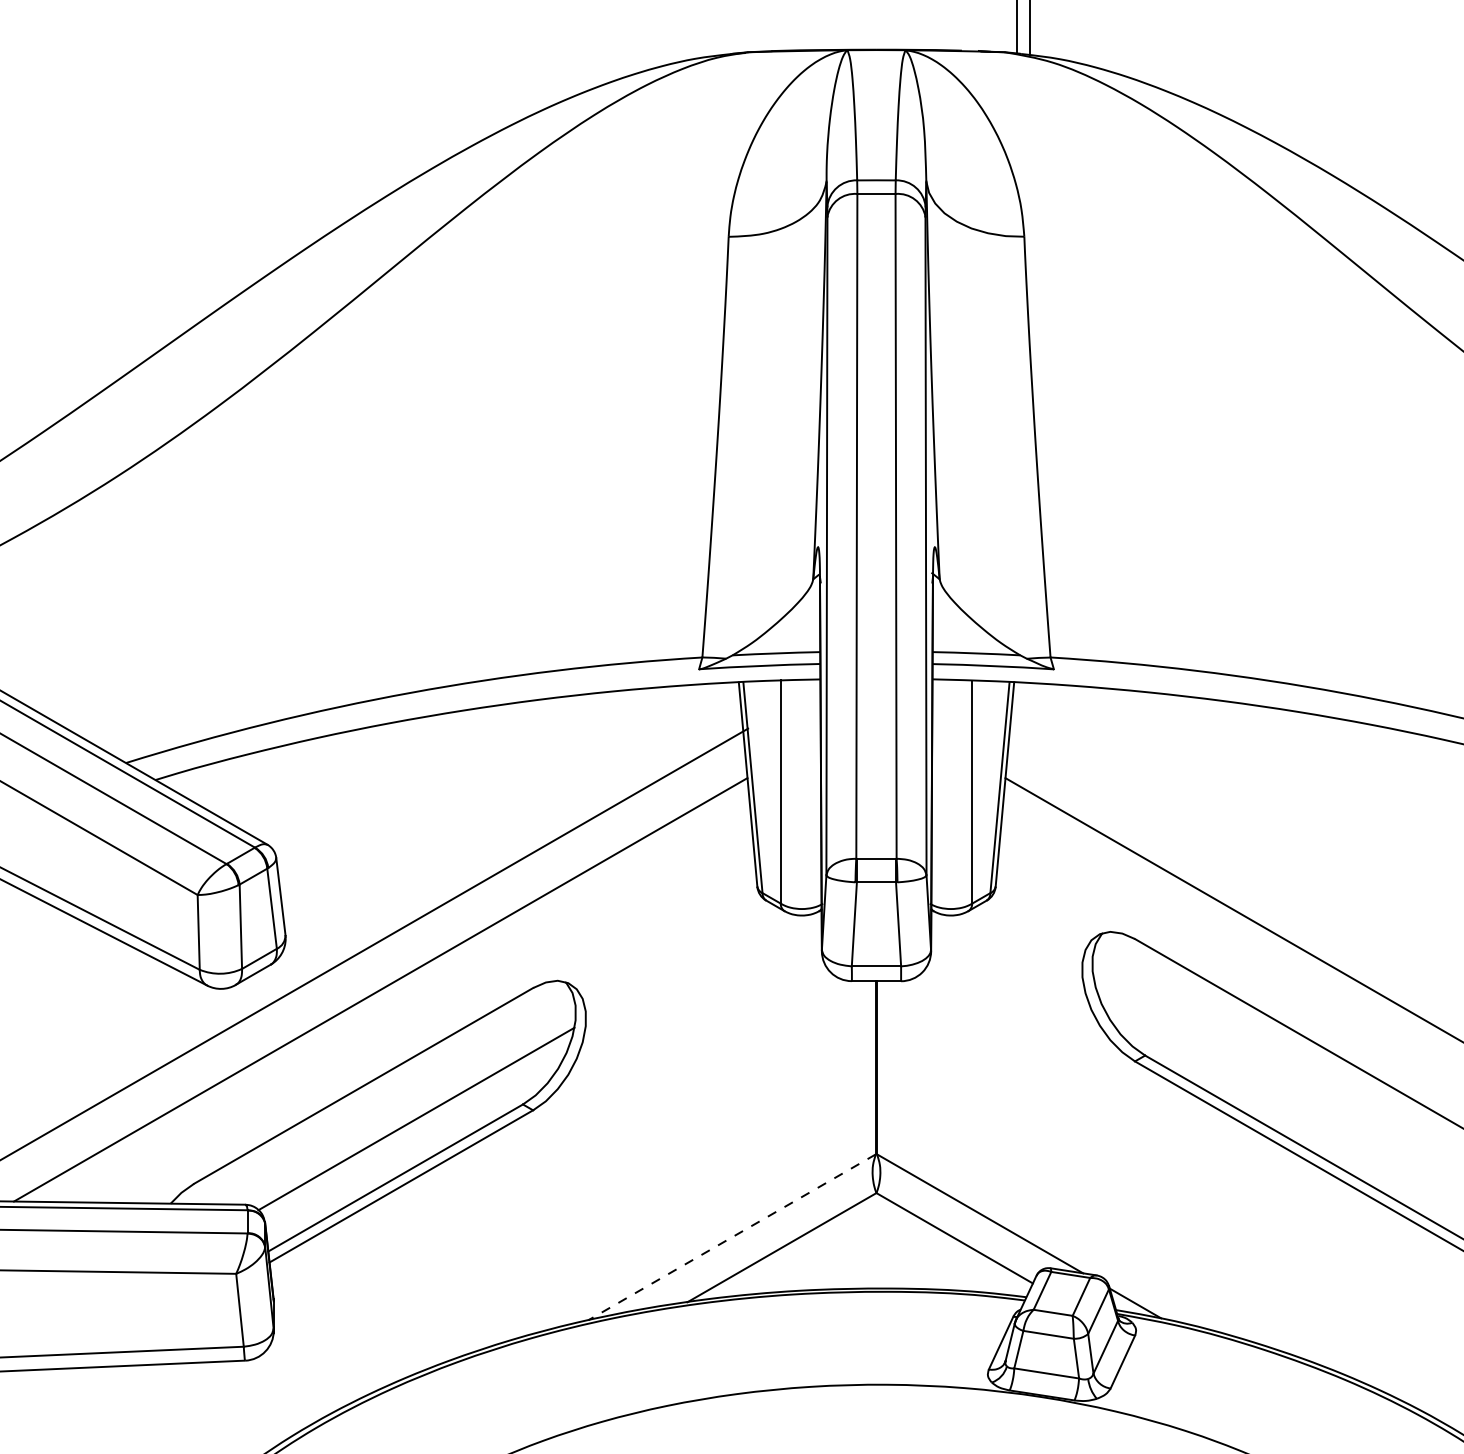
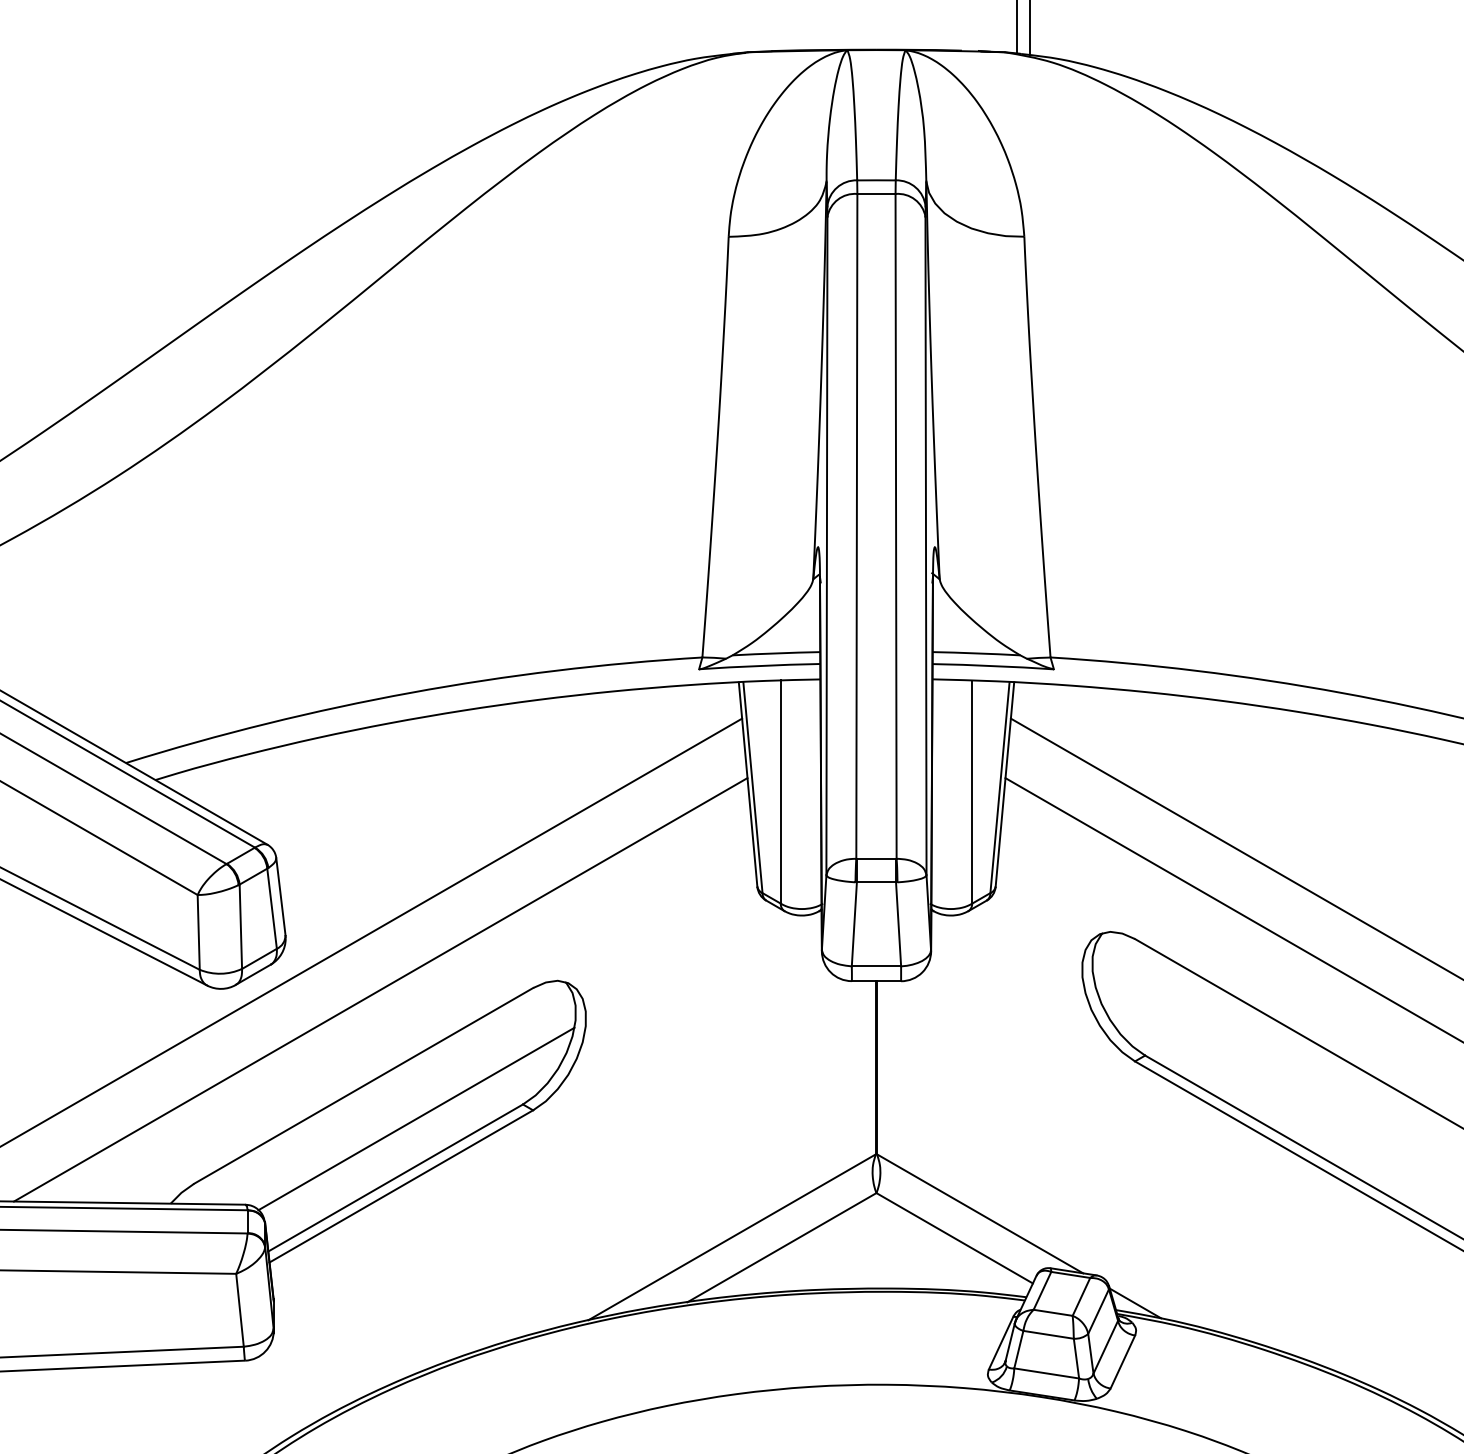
line at (1235, 848): none -> present
line at (375, 943) position: (375, 943) -> (372, 931)
line at (732, 1237): dashed -> solid
